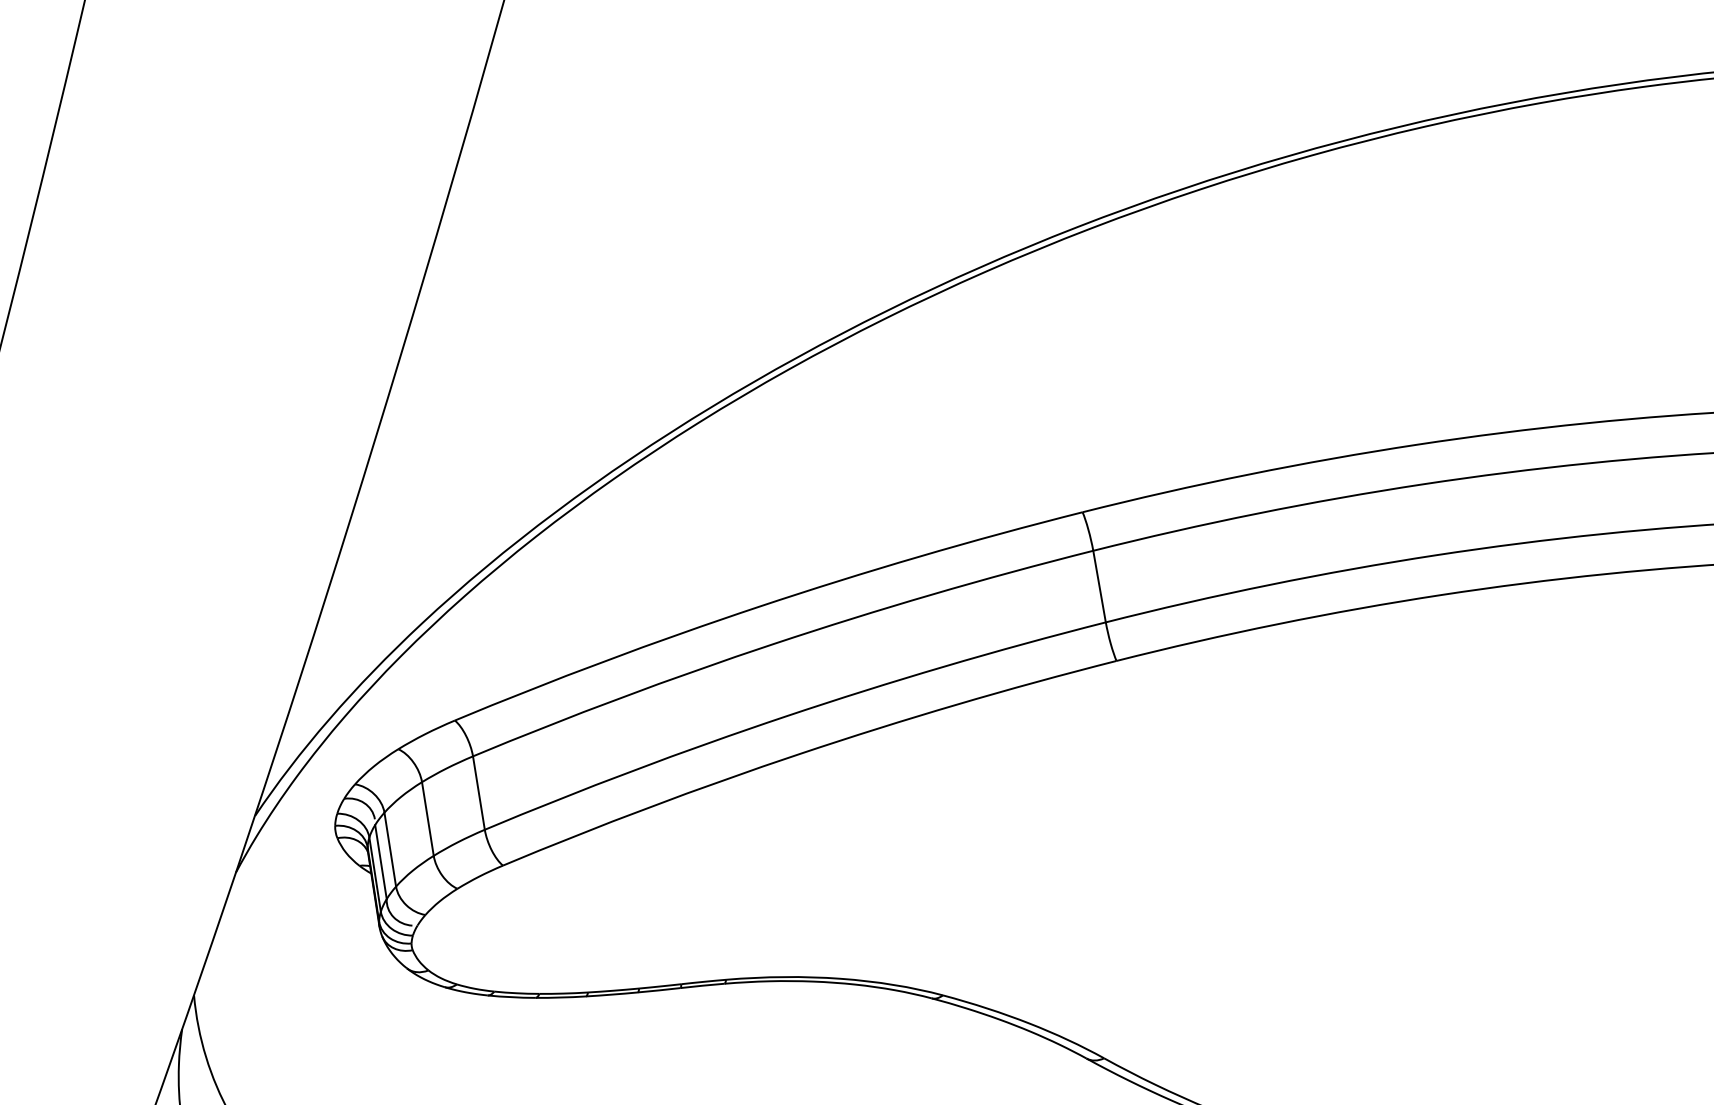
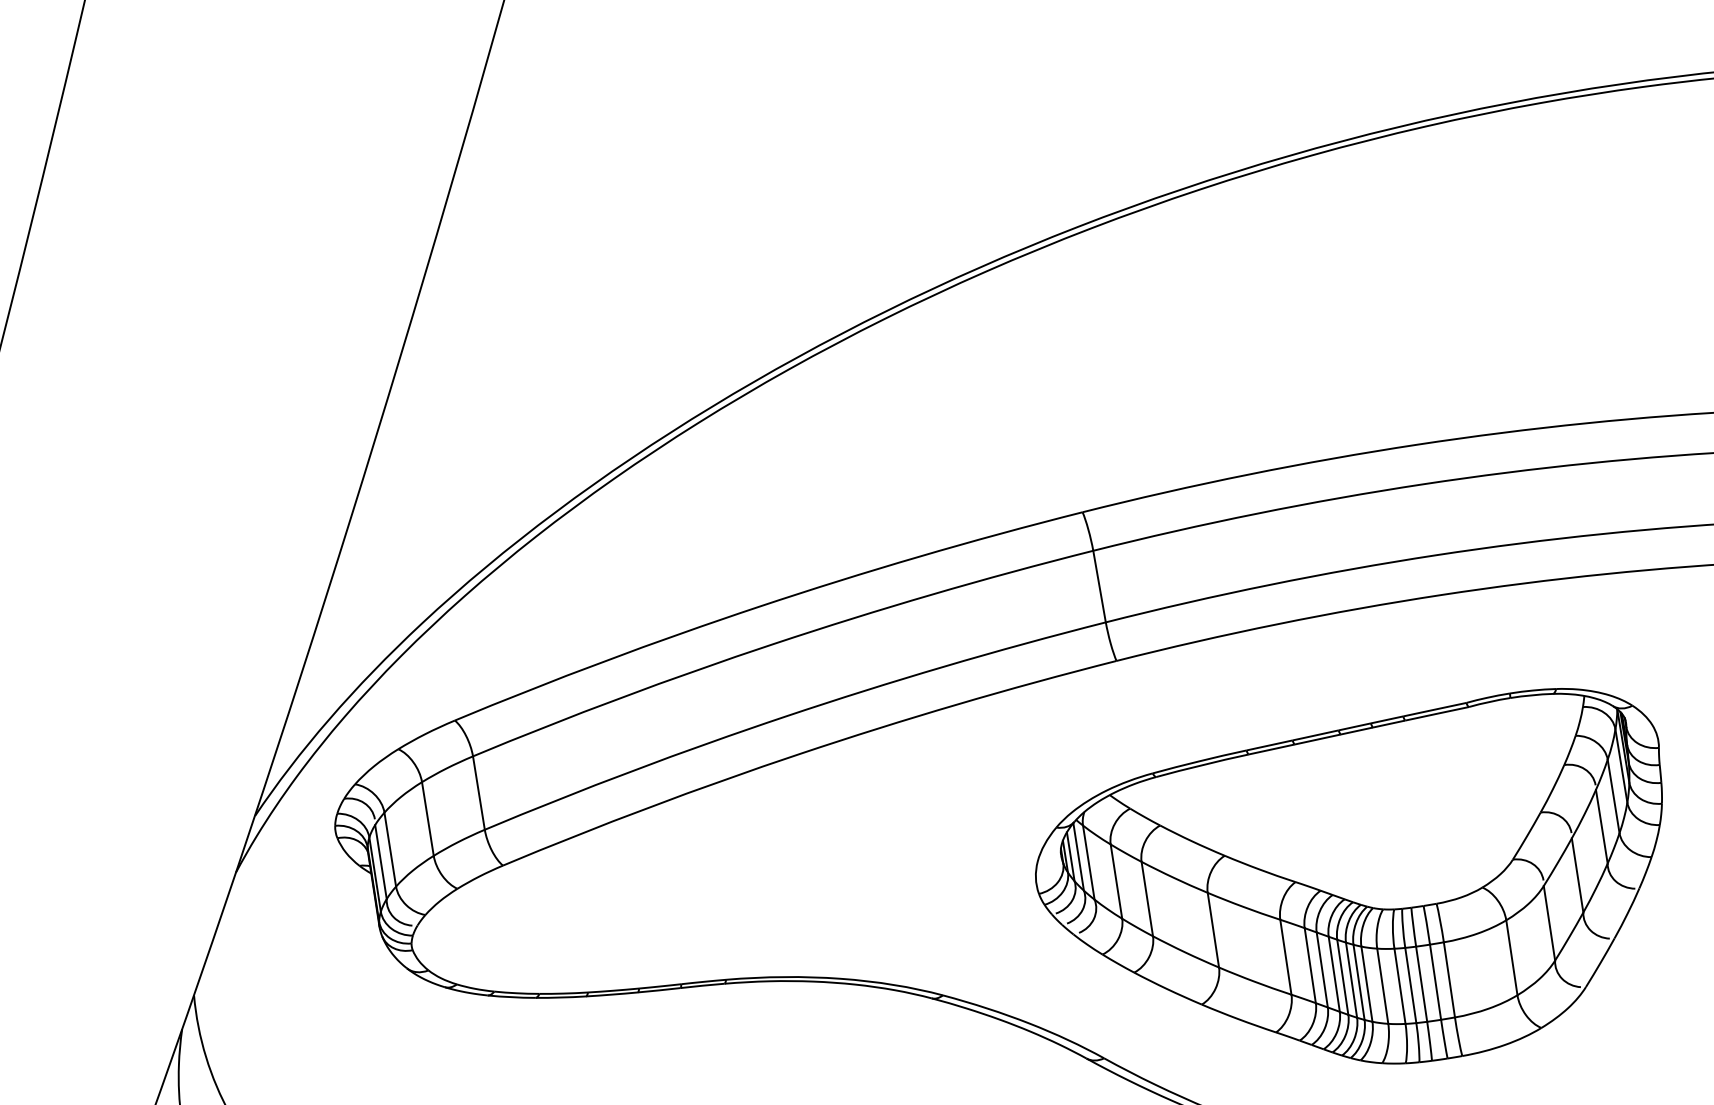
part at (1348, 876): none -> present
